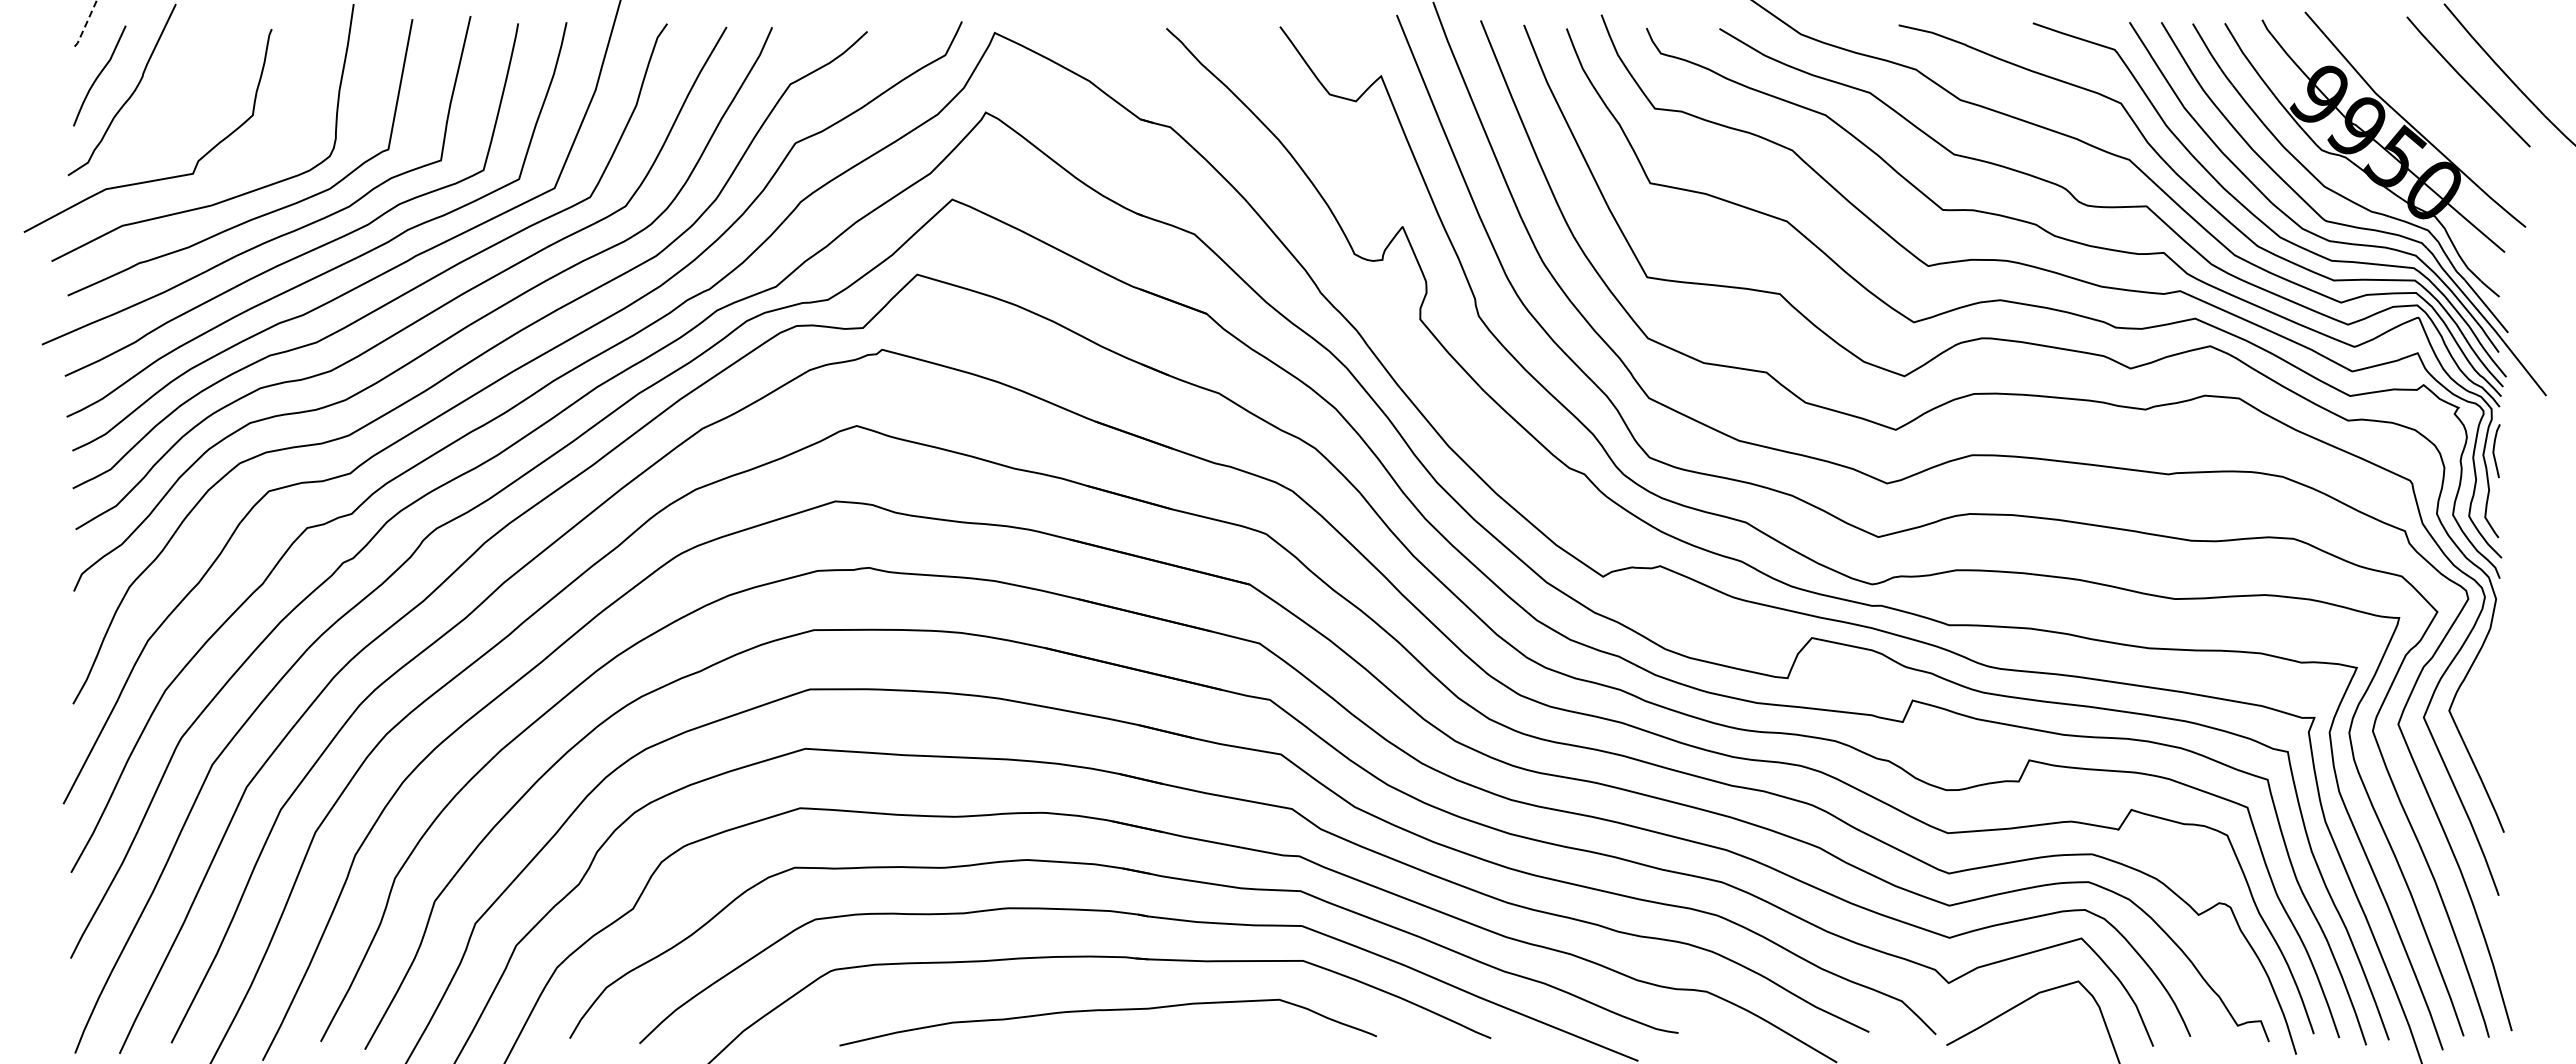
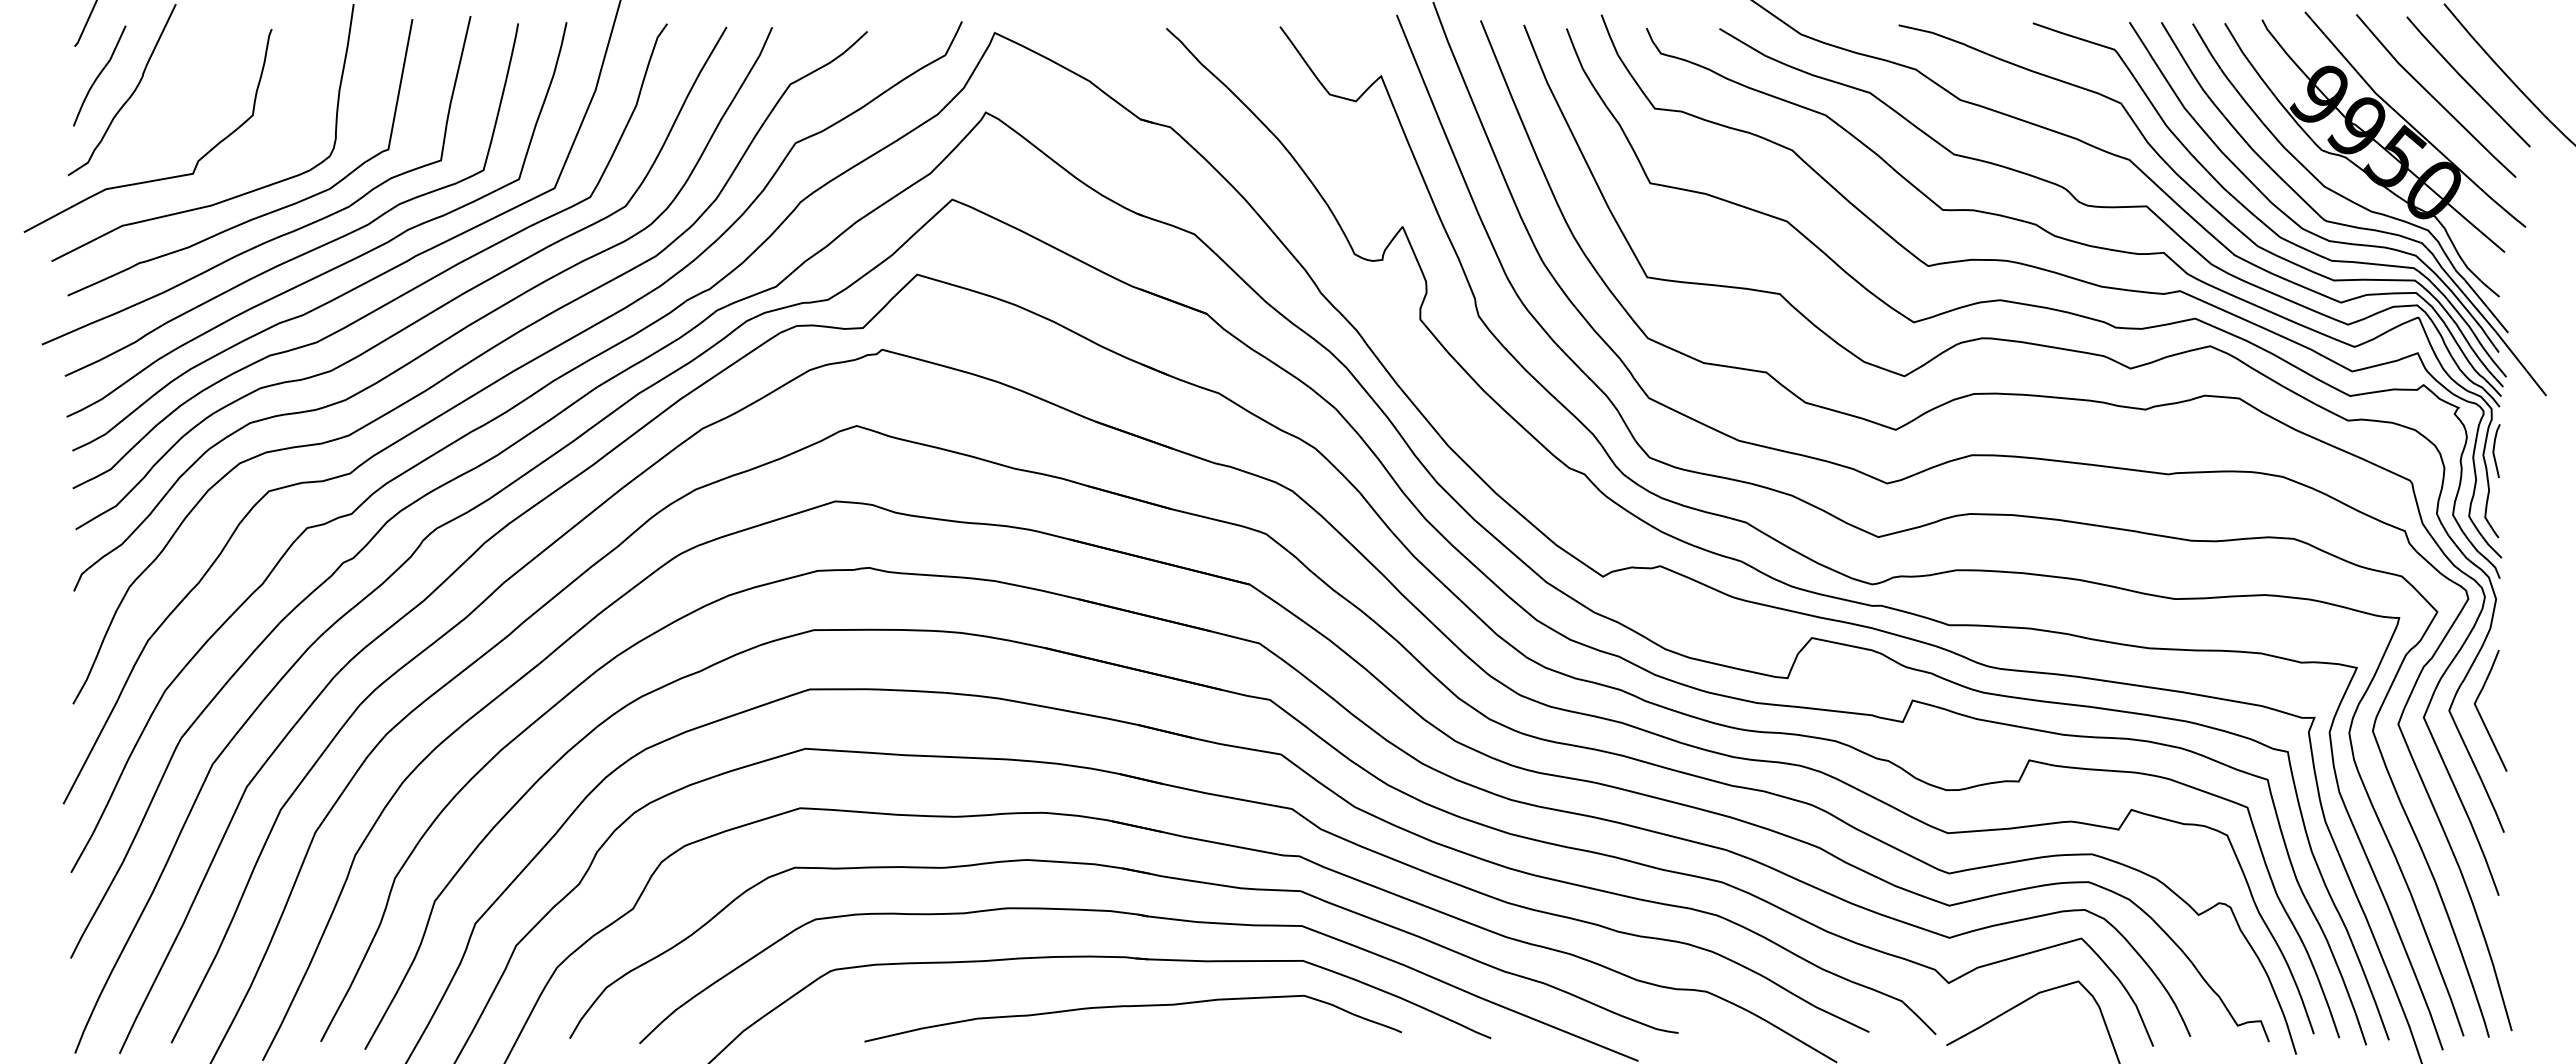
line at (86, 24): dashed -> solid
curve at (2434, 97): none -> present
curve at (2481, 715): none -> present
curve at (1104, 1011) position: (1104, 1011) -> (1129, 1007)
